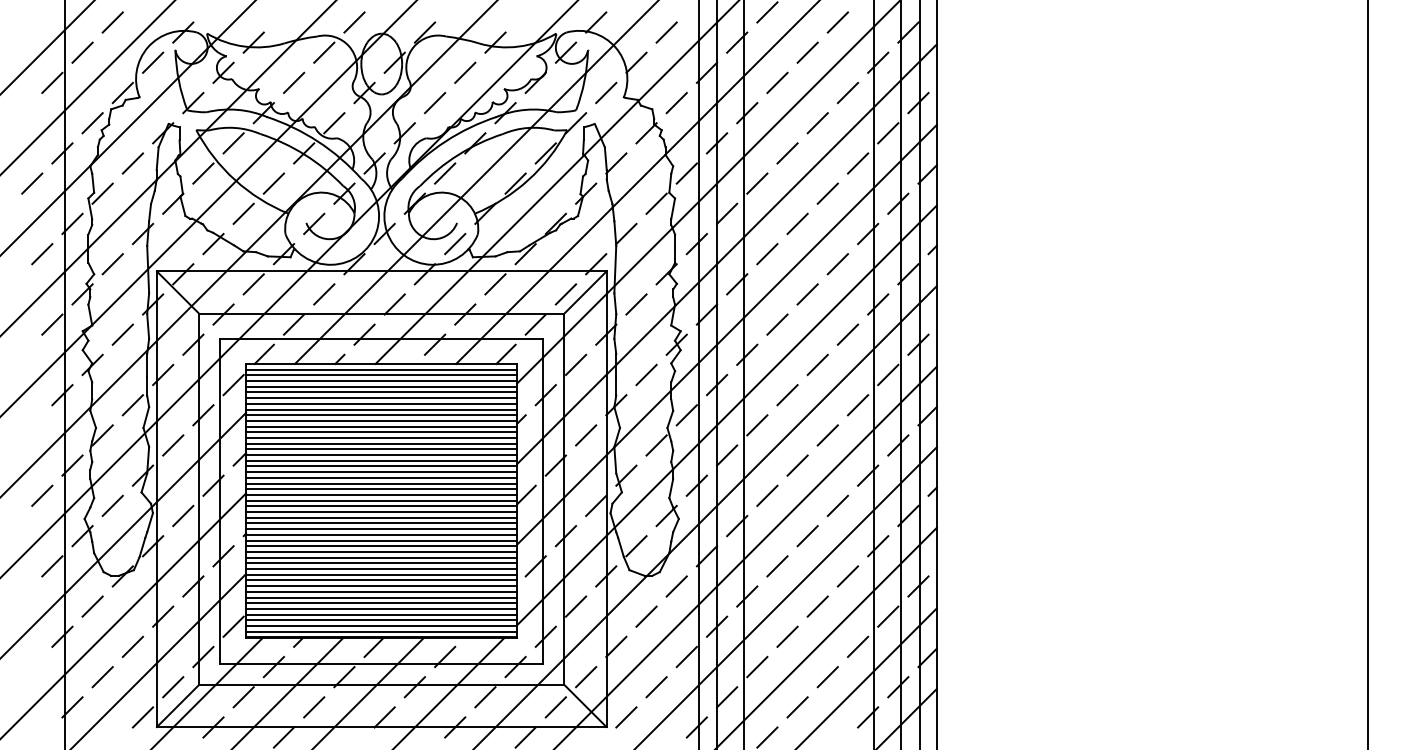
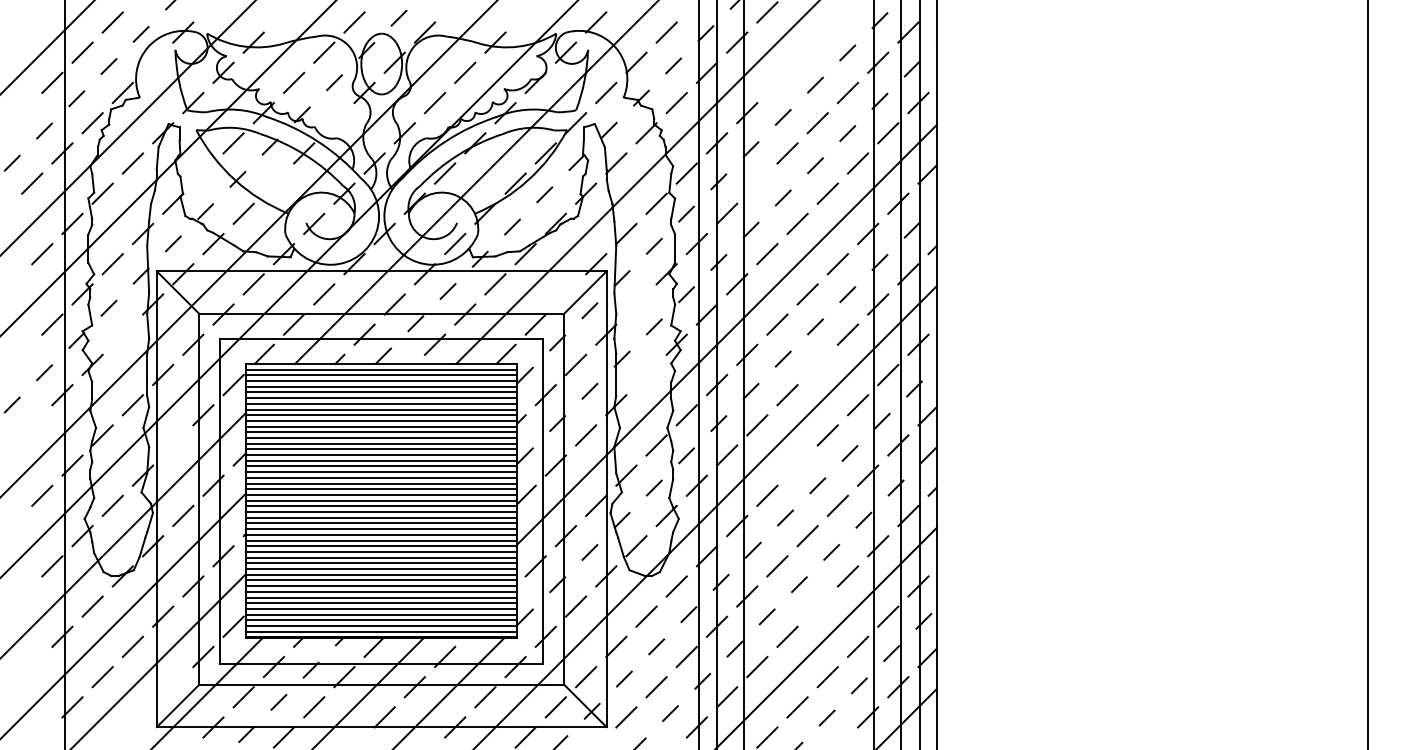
line at (837, 22): present -> none
line at (807, 52): present -> none
line at (153, 62): present -> none
line at (777, 82): present -> none
line at (88, 87): solid -> dashed
line at (334, 123): present -> none
line at (203, 173): present -> none
line at (557, 182): solid -> dashed
line at (273, 183): present -> none
line at (757, 183): present -> none
line at (708, 191): solid -> dashed
line at (208, 208): solid -> dashed
line at (727, 254): solid -> dashed
line at (565, 294): present -> none
line at (636, 304): present -> none
line at (122, 334): present -> none
line at (817, 364): present -> none
line at (646, 374): present -> none
line at (727, 415): solid -> dashed
line at (173, 445): present -> none
line at (797, 465): present -> none
line at (745, 558): solid -> dashed
line at (785, 598): solid -> dashed
line at (817, 606): present -> none
line at (866, 679): solid -> dashed
line at (173, 687): present -> none
line at (287, 693): solid -> dashed
line at (142, 717): present -> none
